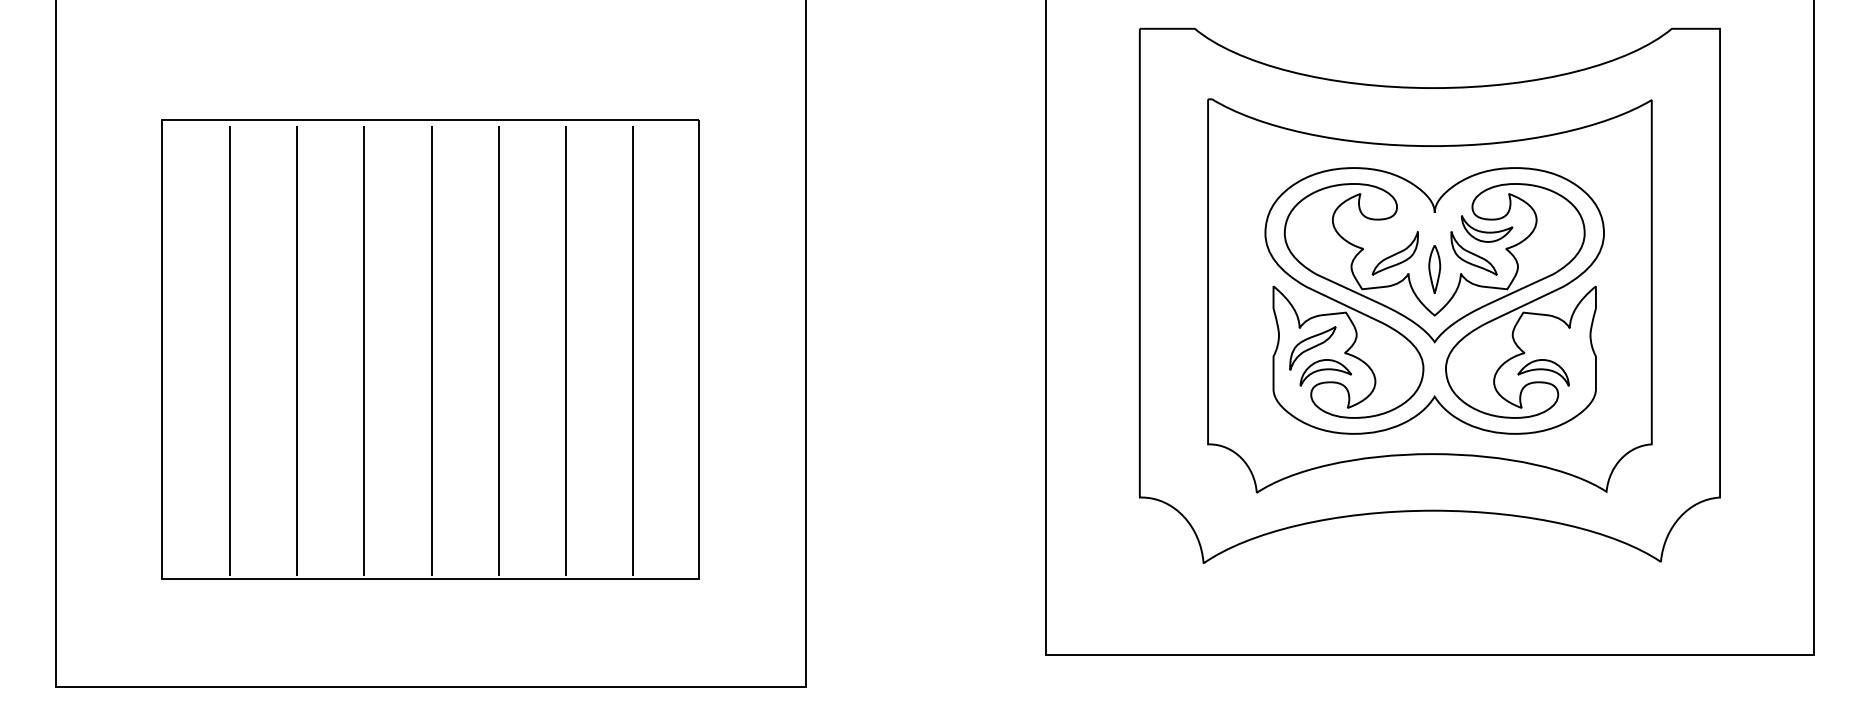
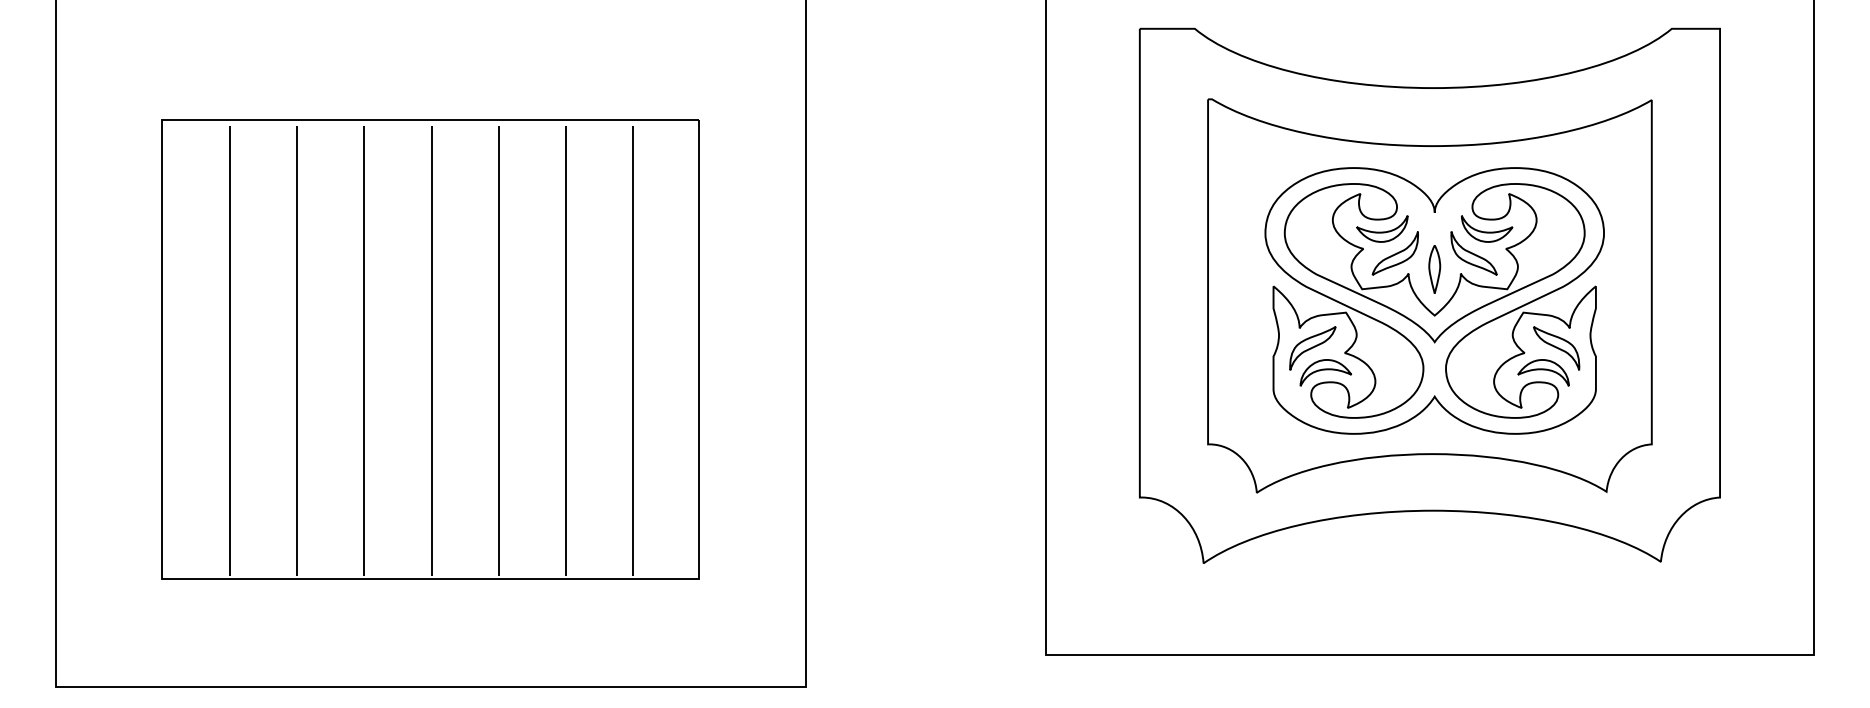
part at (1382, 228): none -> present
part at (1556, 348): none -> present
